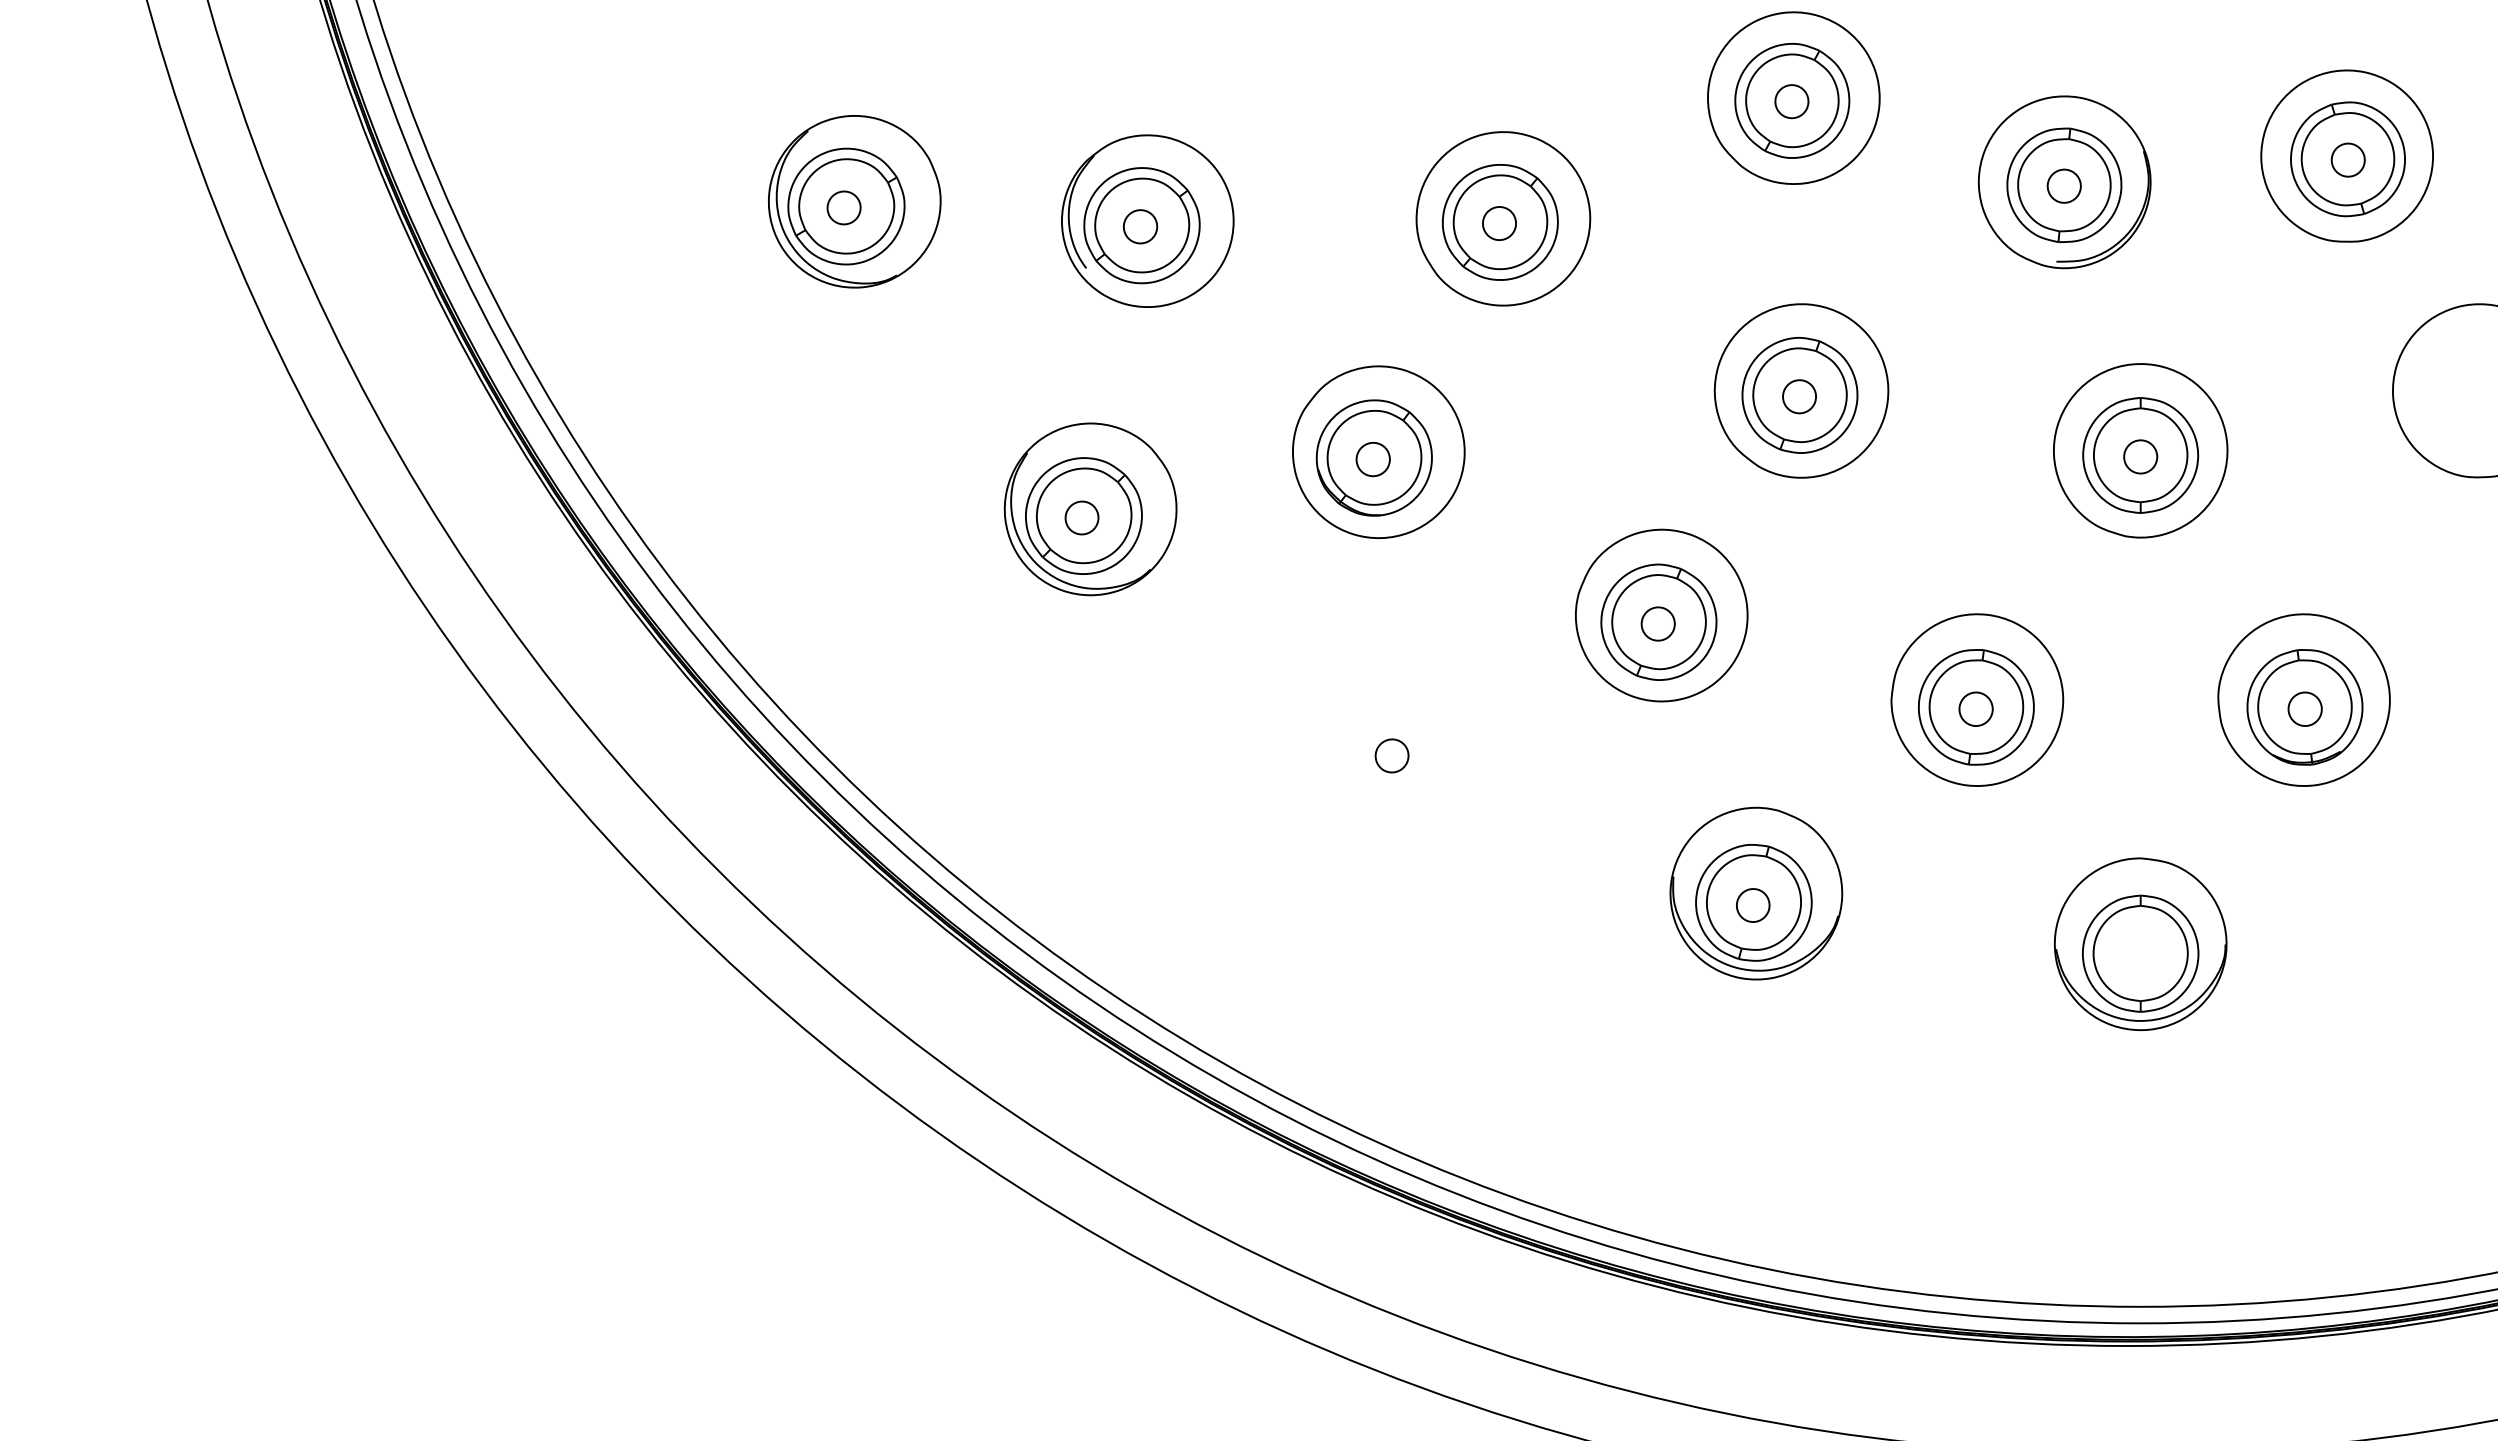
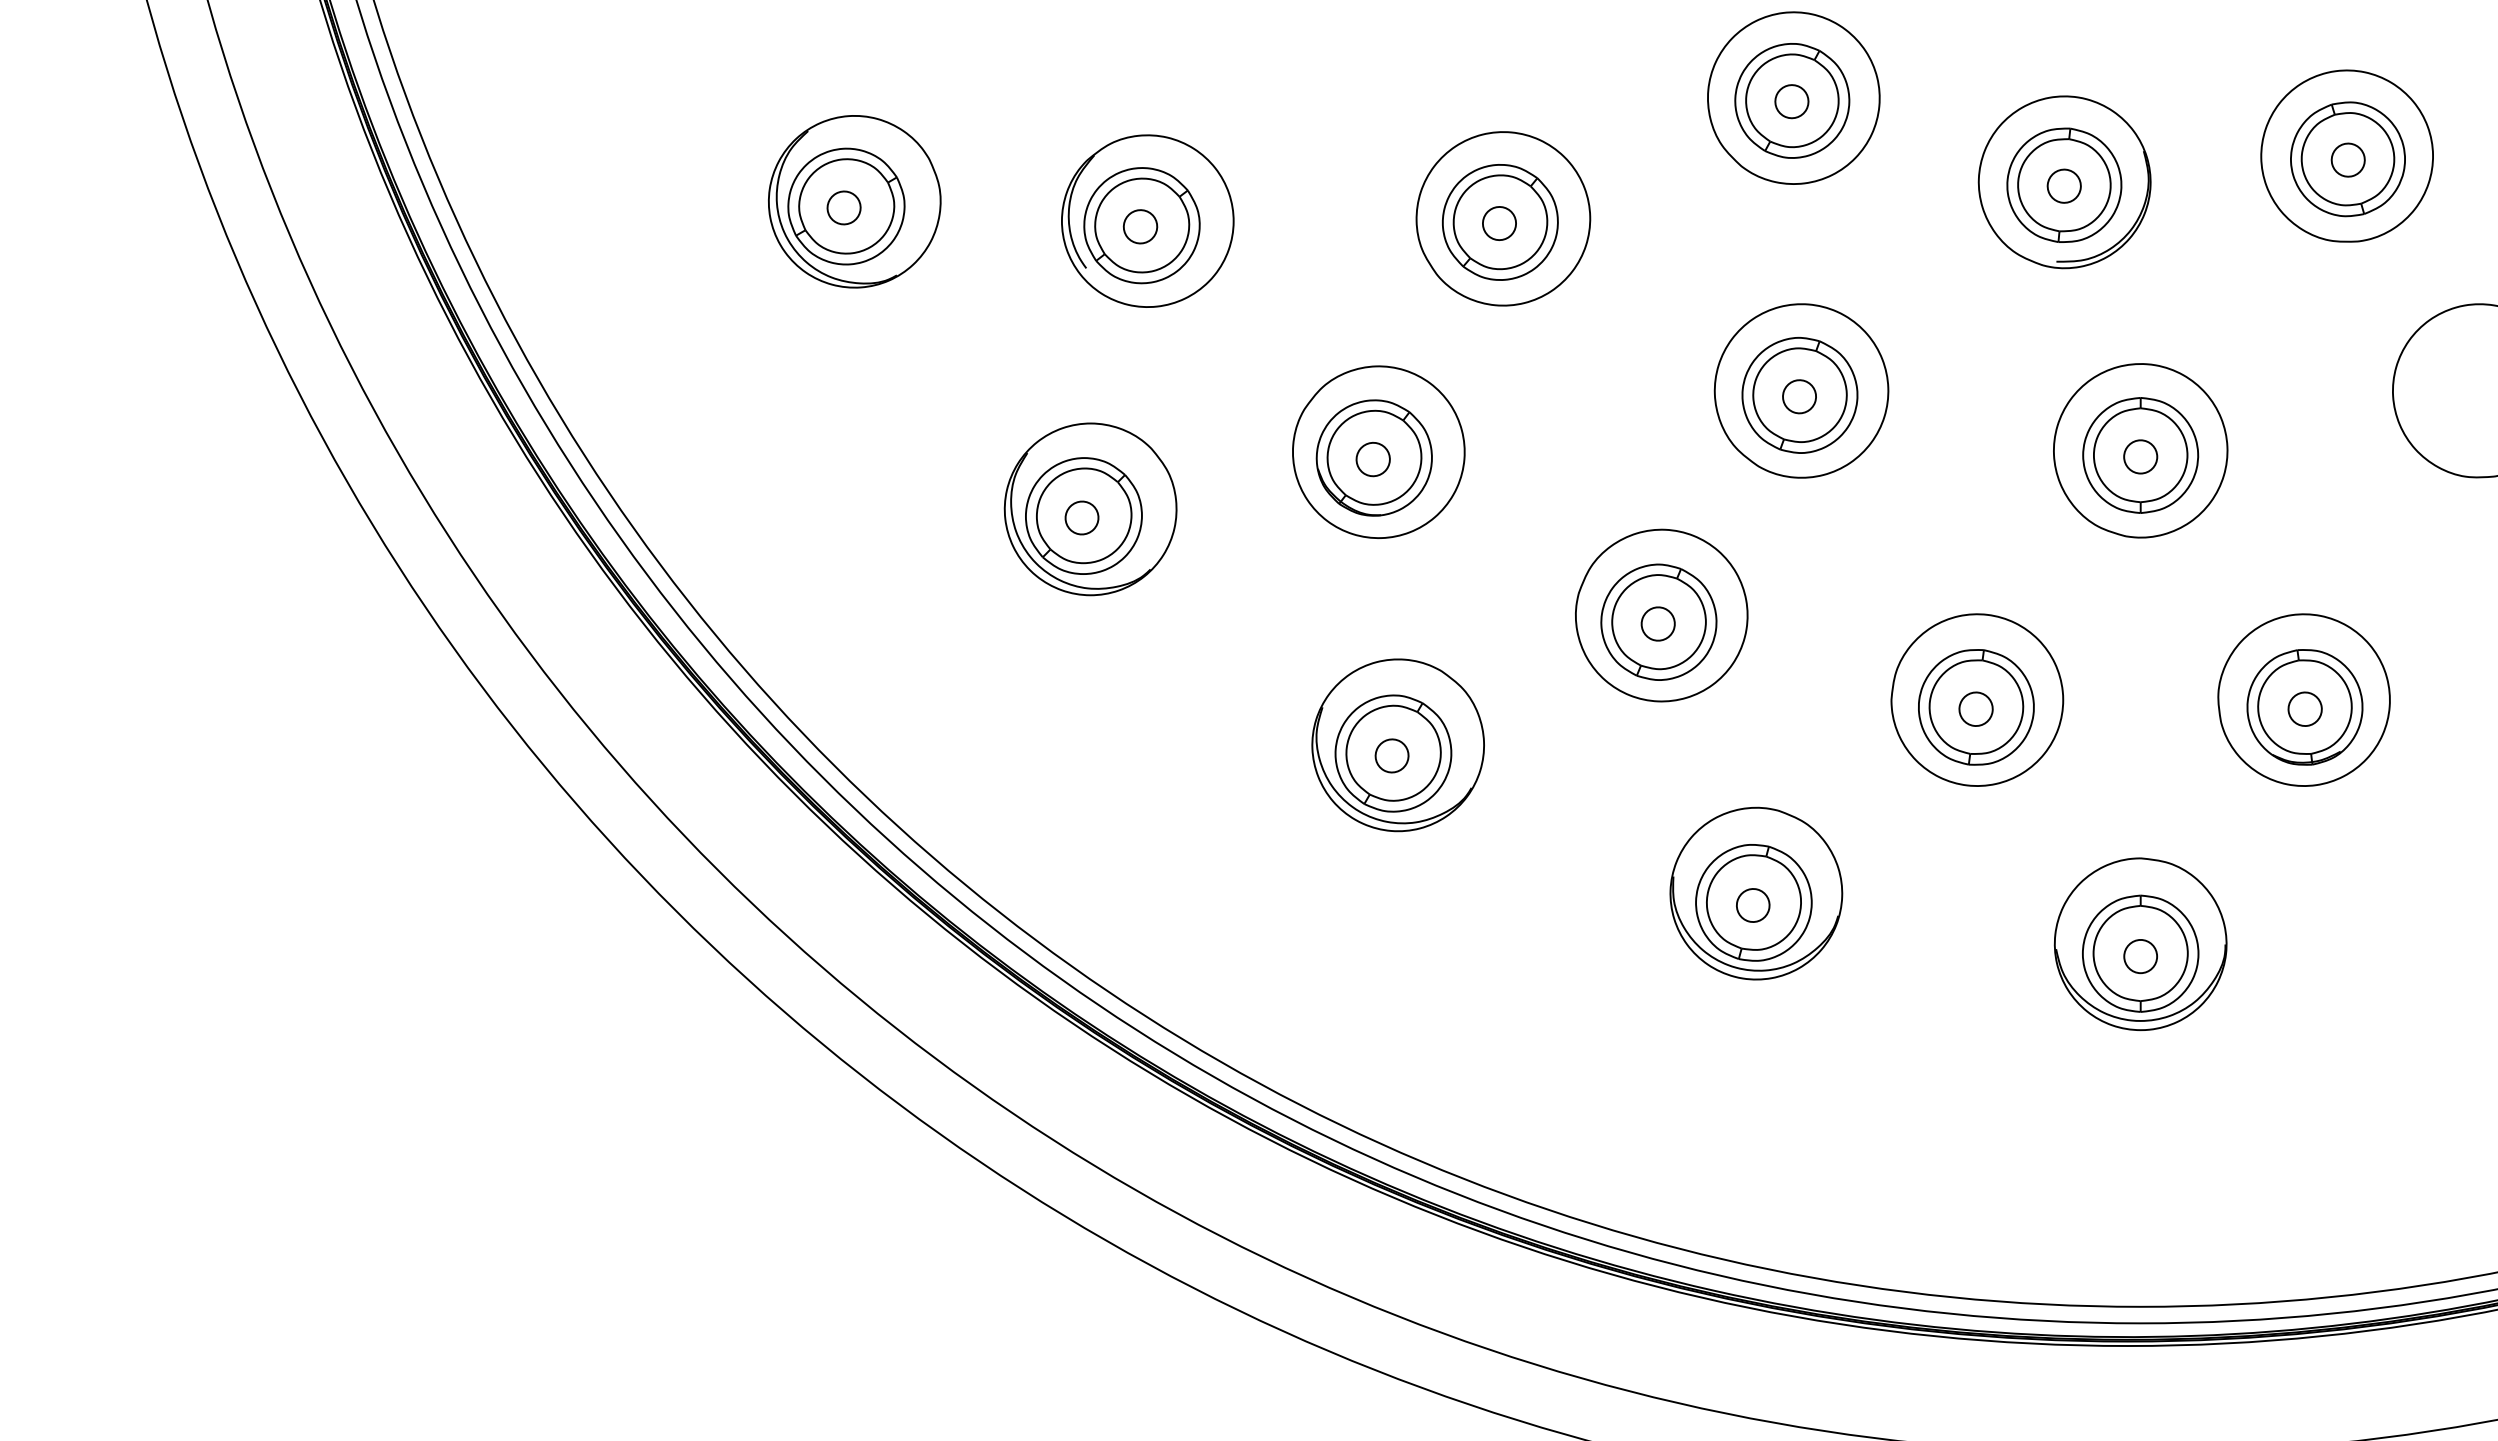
part at (1397, 745): none -> present
part at (2140, 956): none -> present
